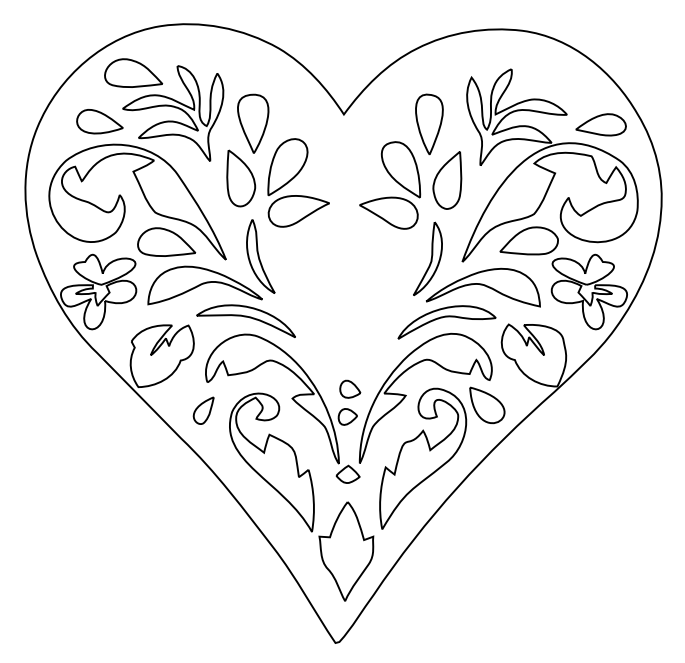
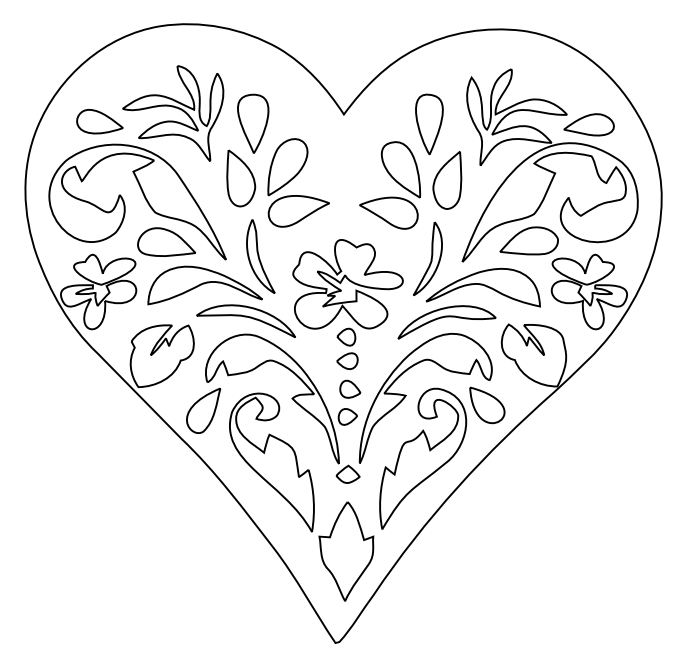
part at (133, 72): present -> none
part at (600, 124) position: (600, 124) -> (588, 124)
part at (347, 304): none -> present
part at (203, 410) size: 23x29 px -> 36x47 px
